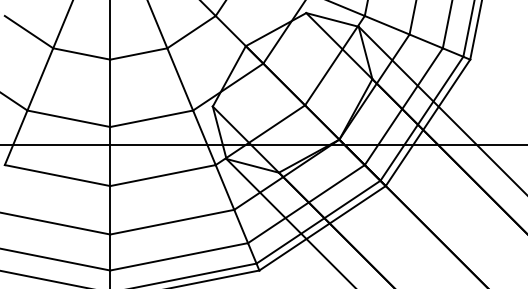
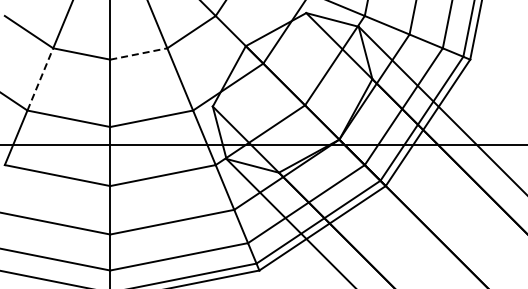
line at (139, 53): solid -> dashed
line at (40, 79): solid -> dashed
